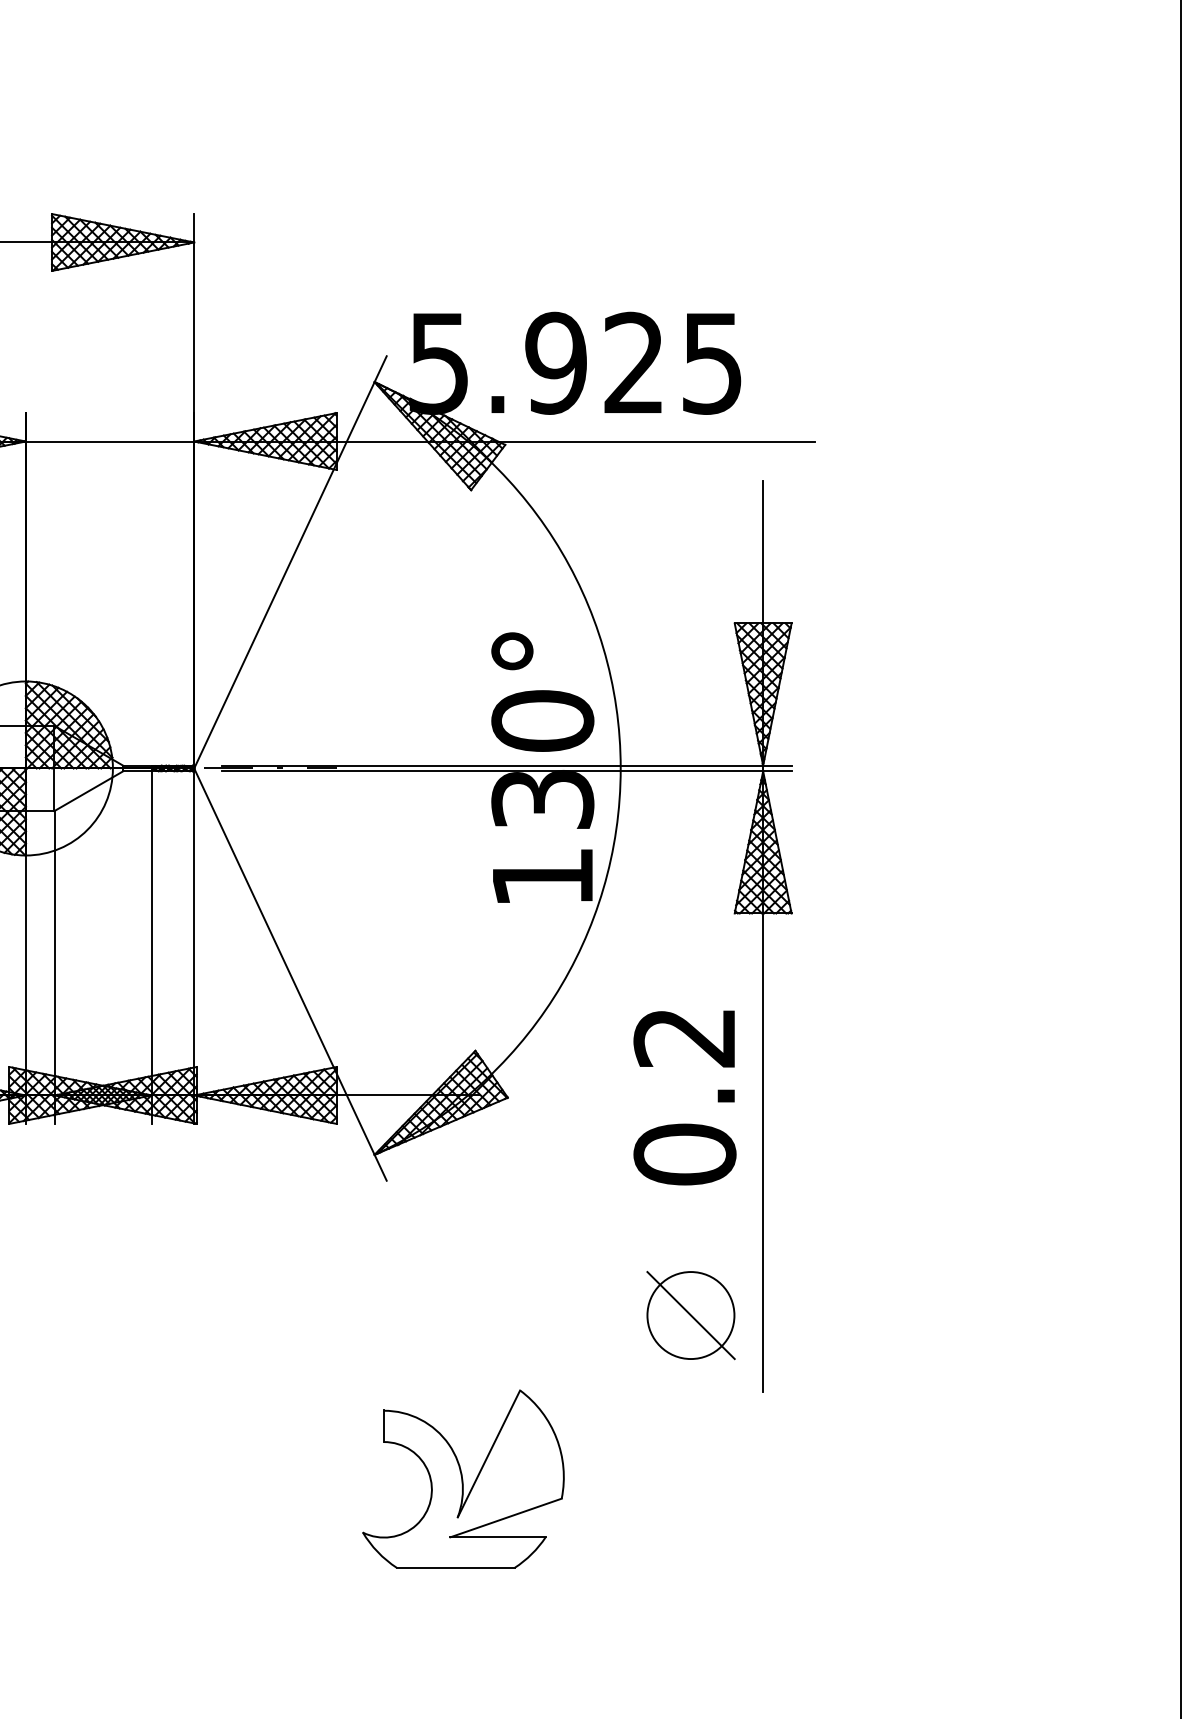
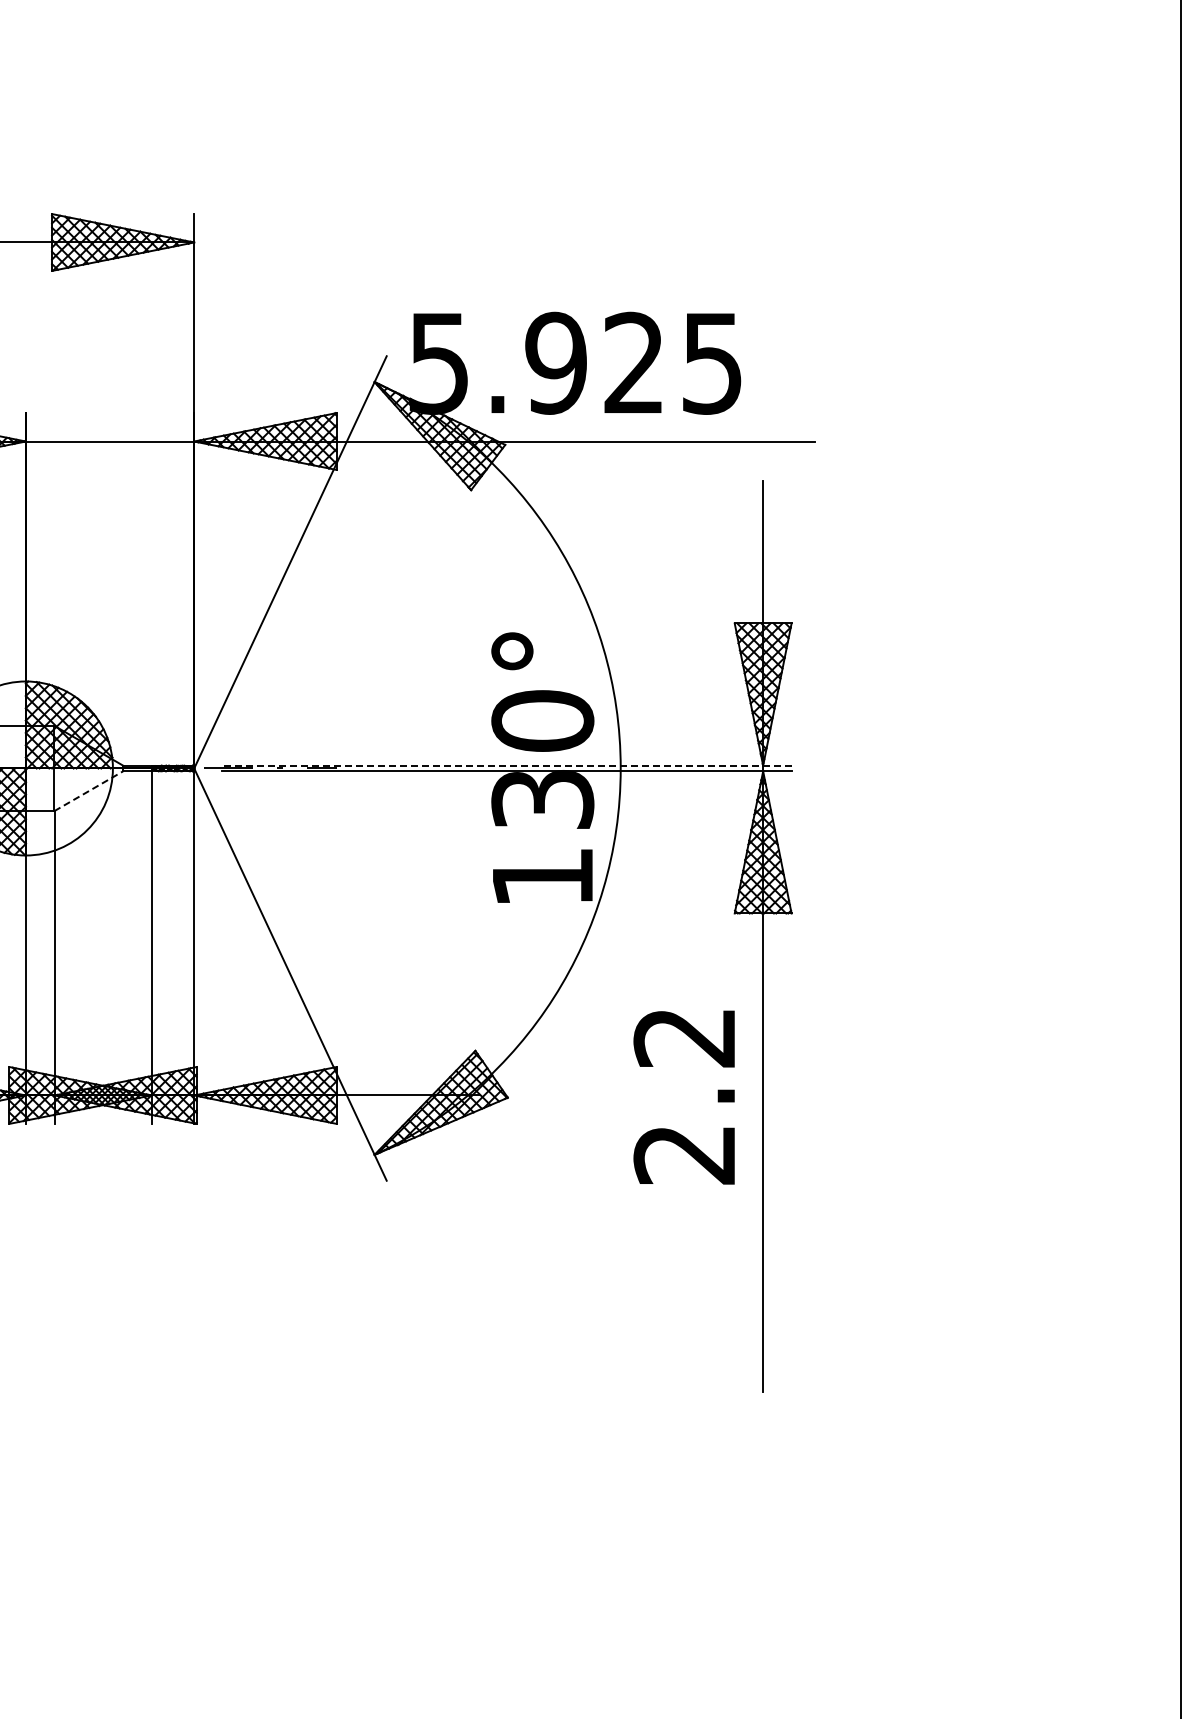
line at (506, 765): solid -> dashed
line at (88, 791): solid -> dashed
text at (684, 1154): 0.2 -> 2.2
part at (690, 1315): present -> none
part at (463, 1478): present -> none
